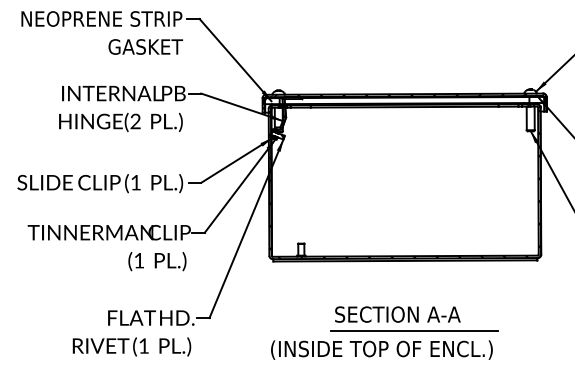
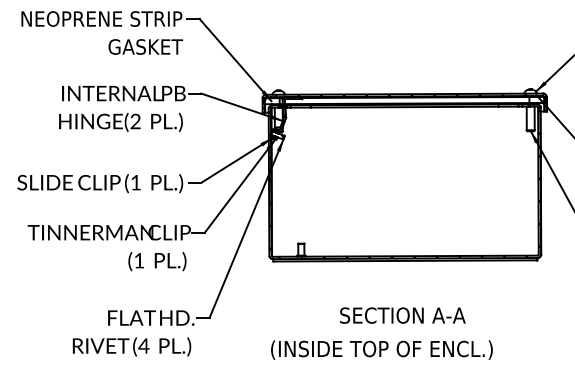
text at (397, 314) position: (397, 314) -> (402, 315)
line at (414, 330): present -> none
text at (143, 345): (1 -> (4
